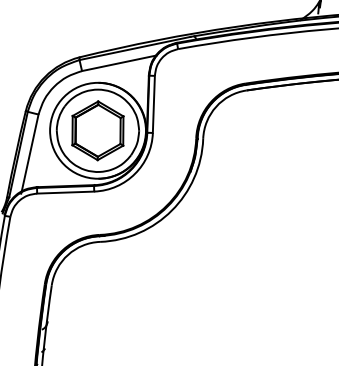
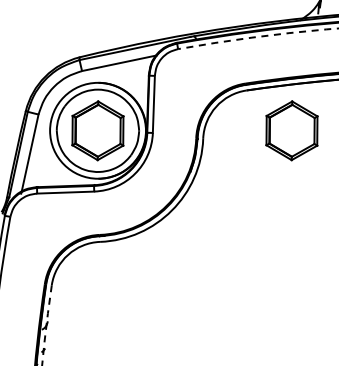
arc at (257, 36): solid -> dashed
part at (291, 130): none -> present
arc at (46, 325): solid -> dashed
